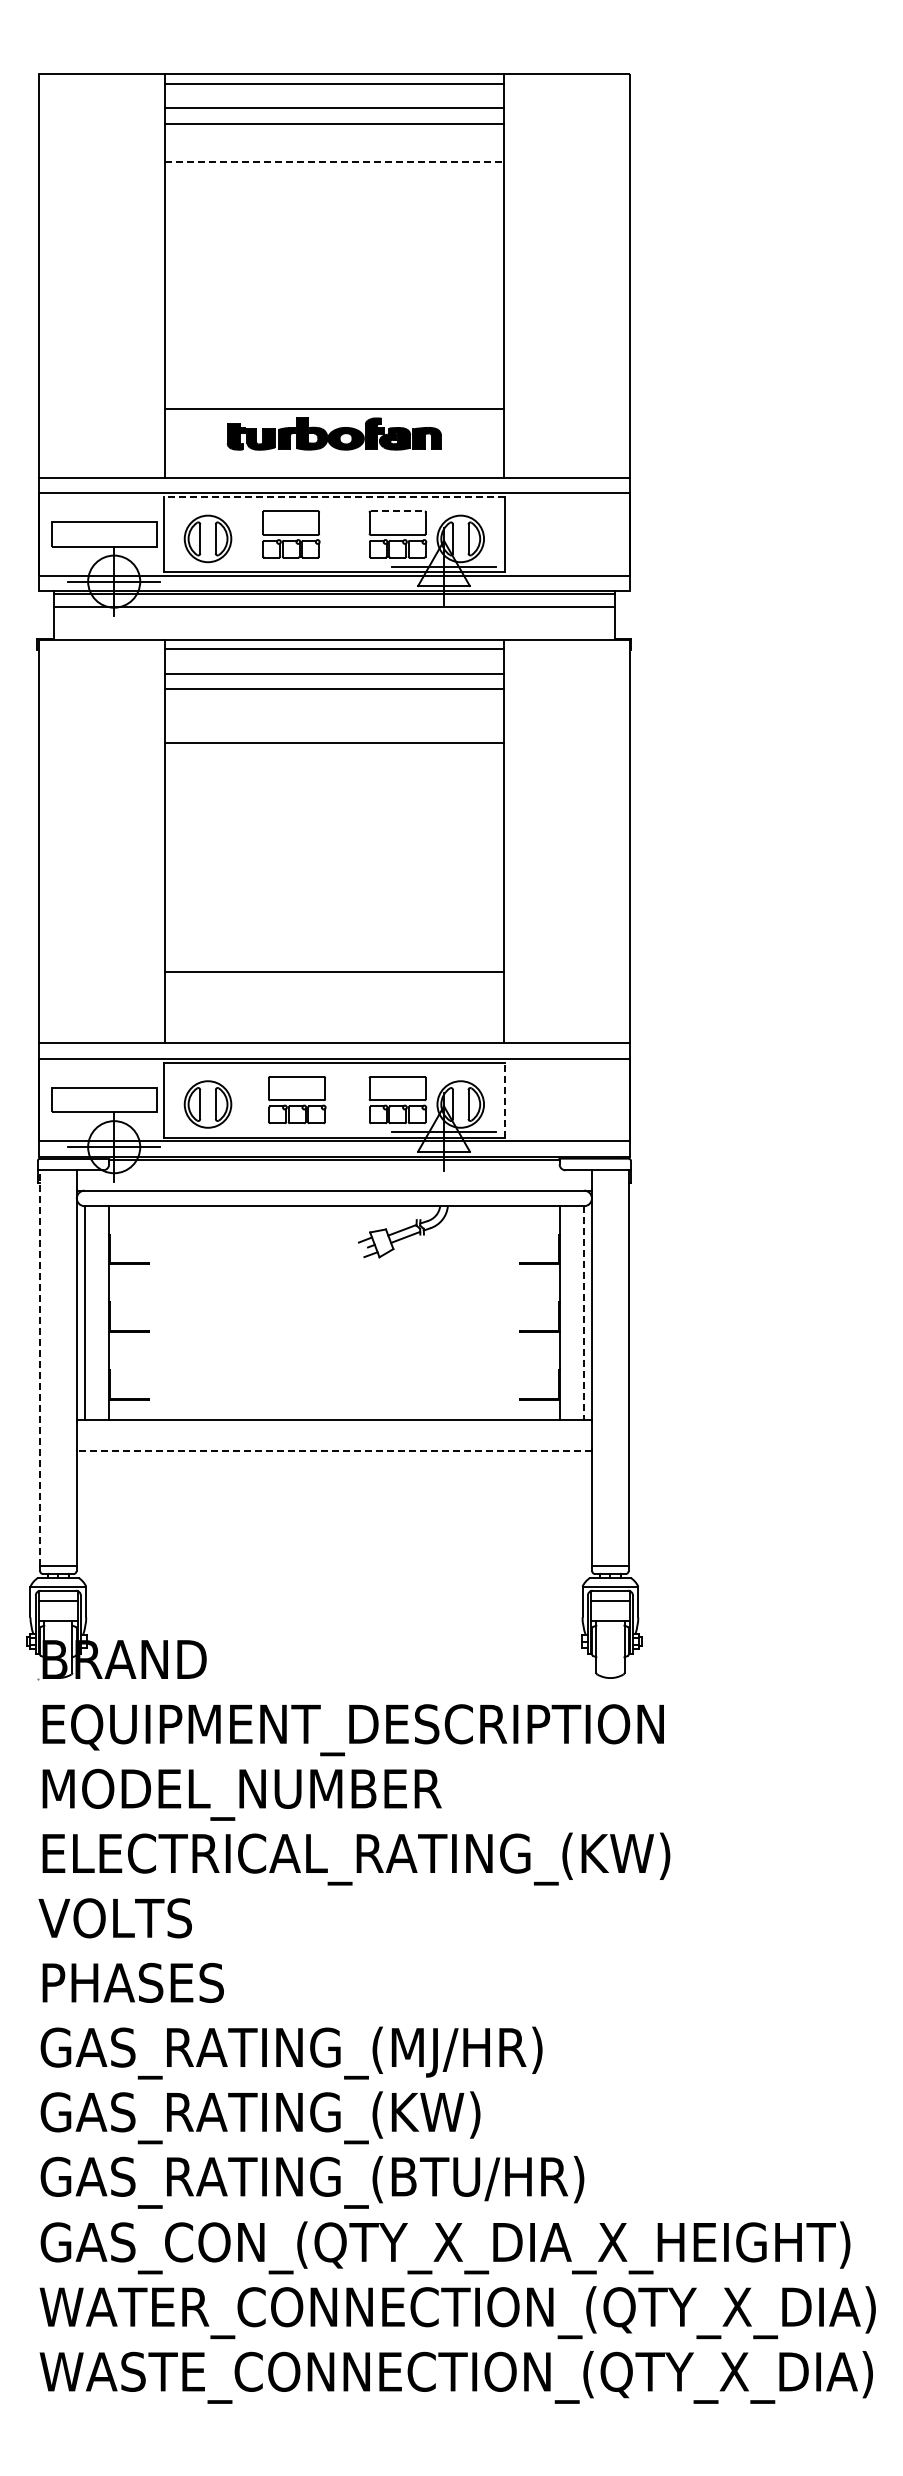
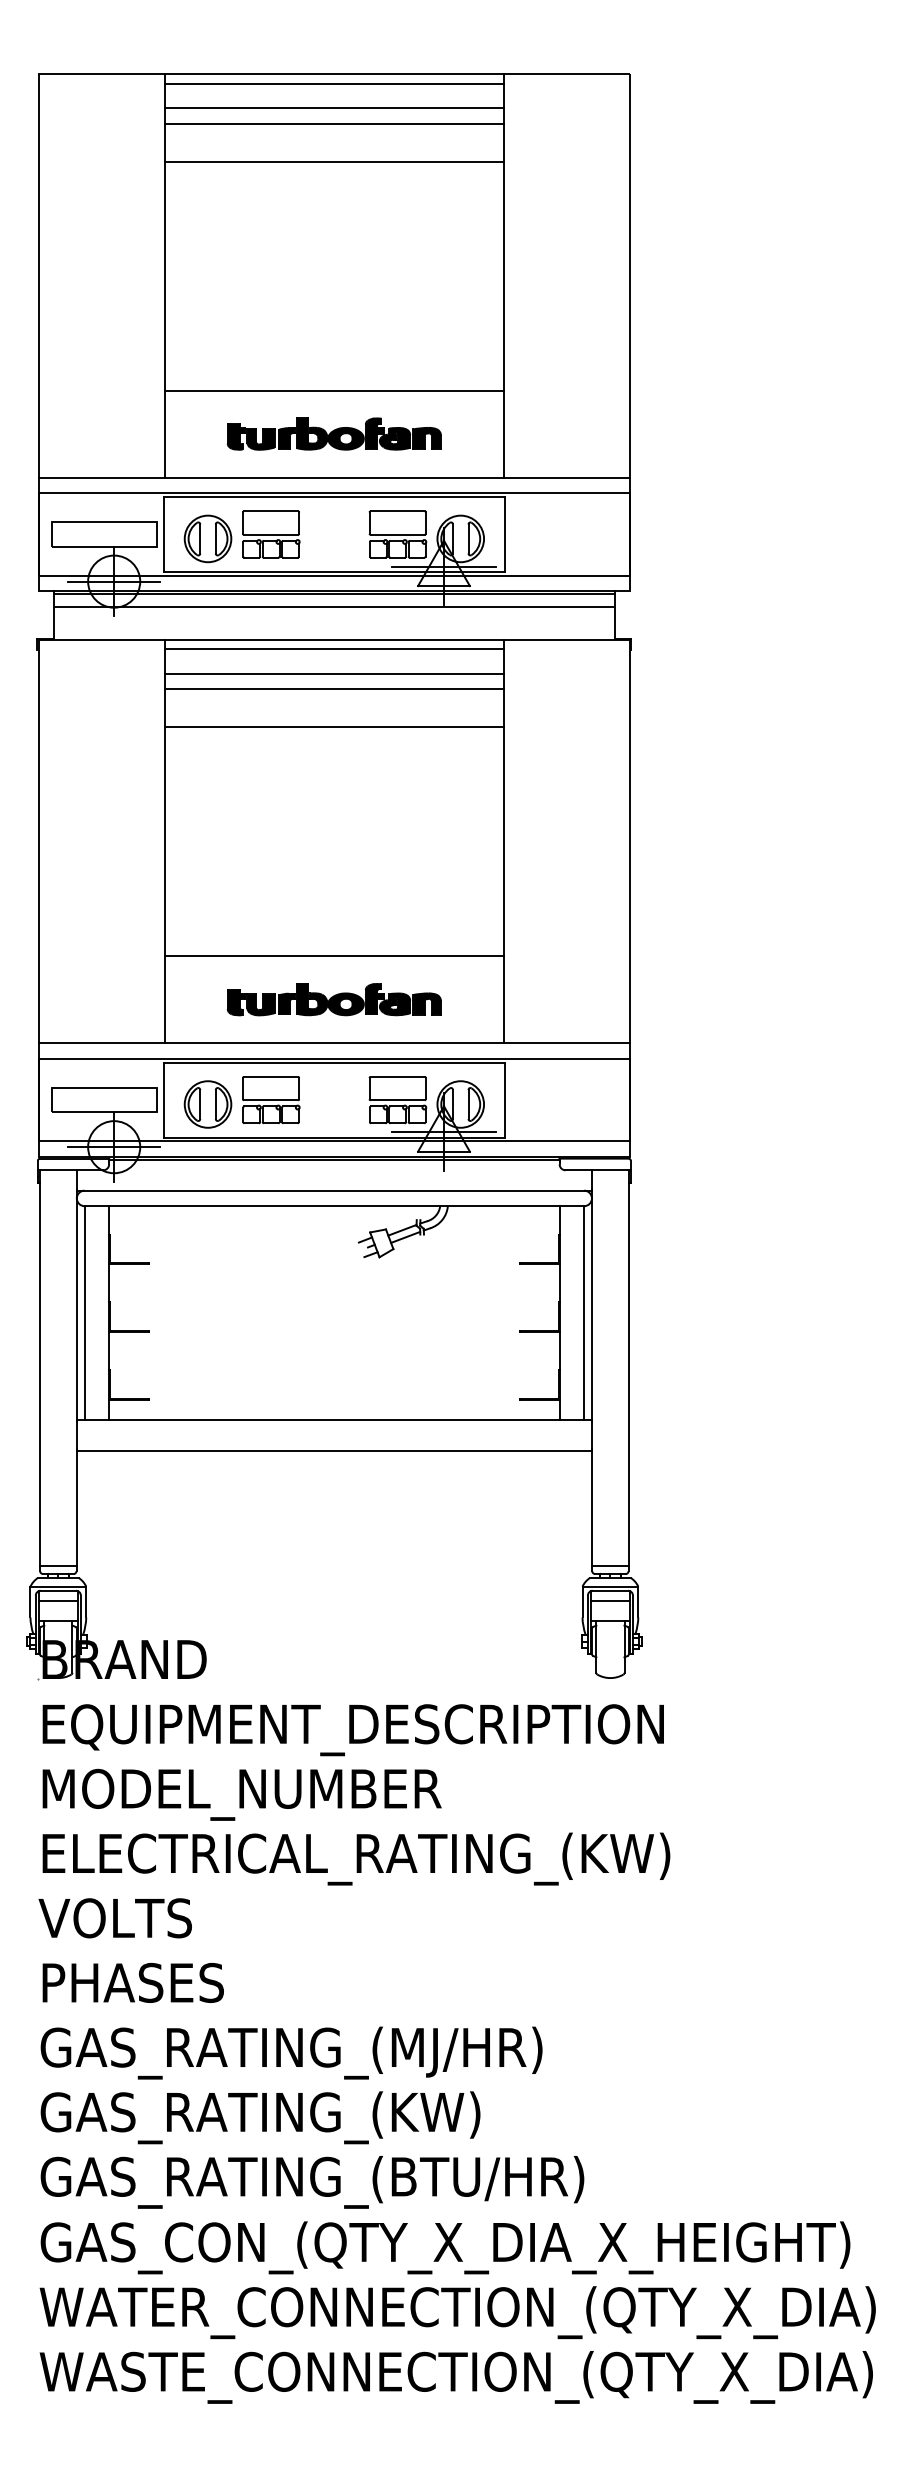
line at (334, 161): dashed -> solid
line at (334, 408) position: (334, 408) -> (334, 390)
line at (333, 497): dashed -> solid
line at (398, 511): dashed -> solid
part at (291, 534) position: (291, 534) -> (271, 534)
line at (334, 743) position: (334, 743) -> (334, 727)
line at (334, 972) position: (334, 972) -> (334, 956)
part at (333, 999): none -> present
line at (504, 1099): dashed -> solid
part at (297, 1100) position: (297, 1100) -> (271, 1100)
line at (584, 1312): dashed -> solid
line at (39, 1368): dashed -> solid
line at (334, 1450): dashed -> solid
